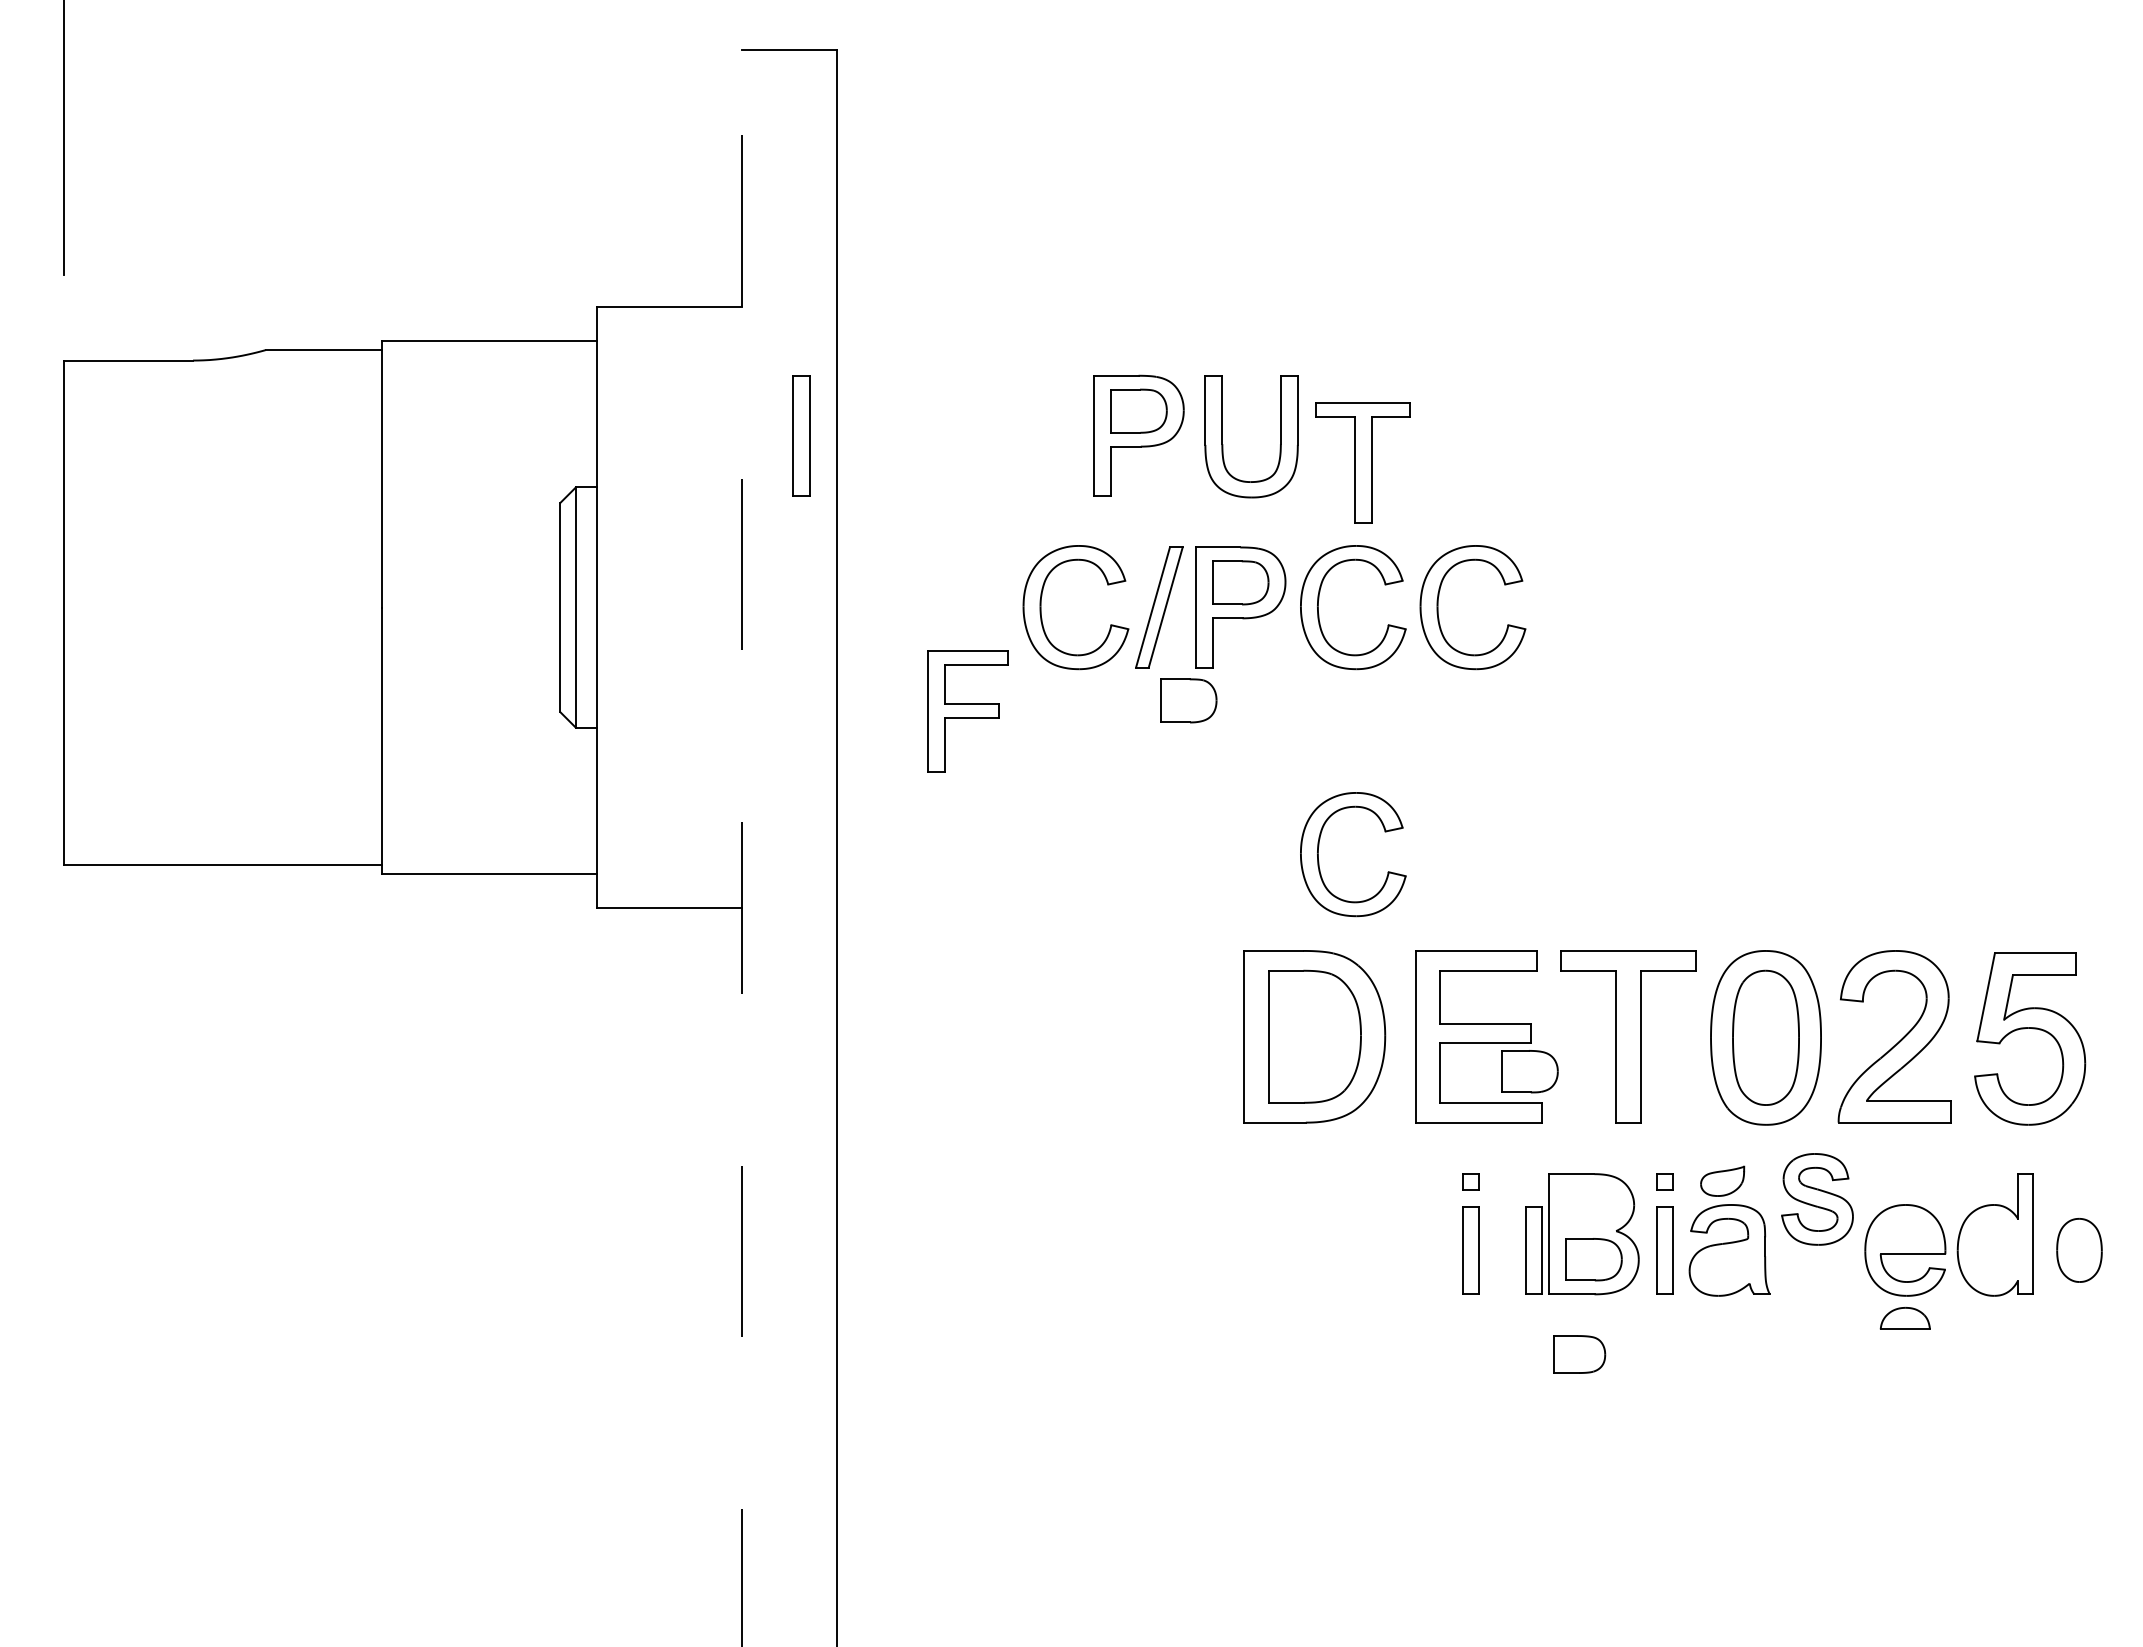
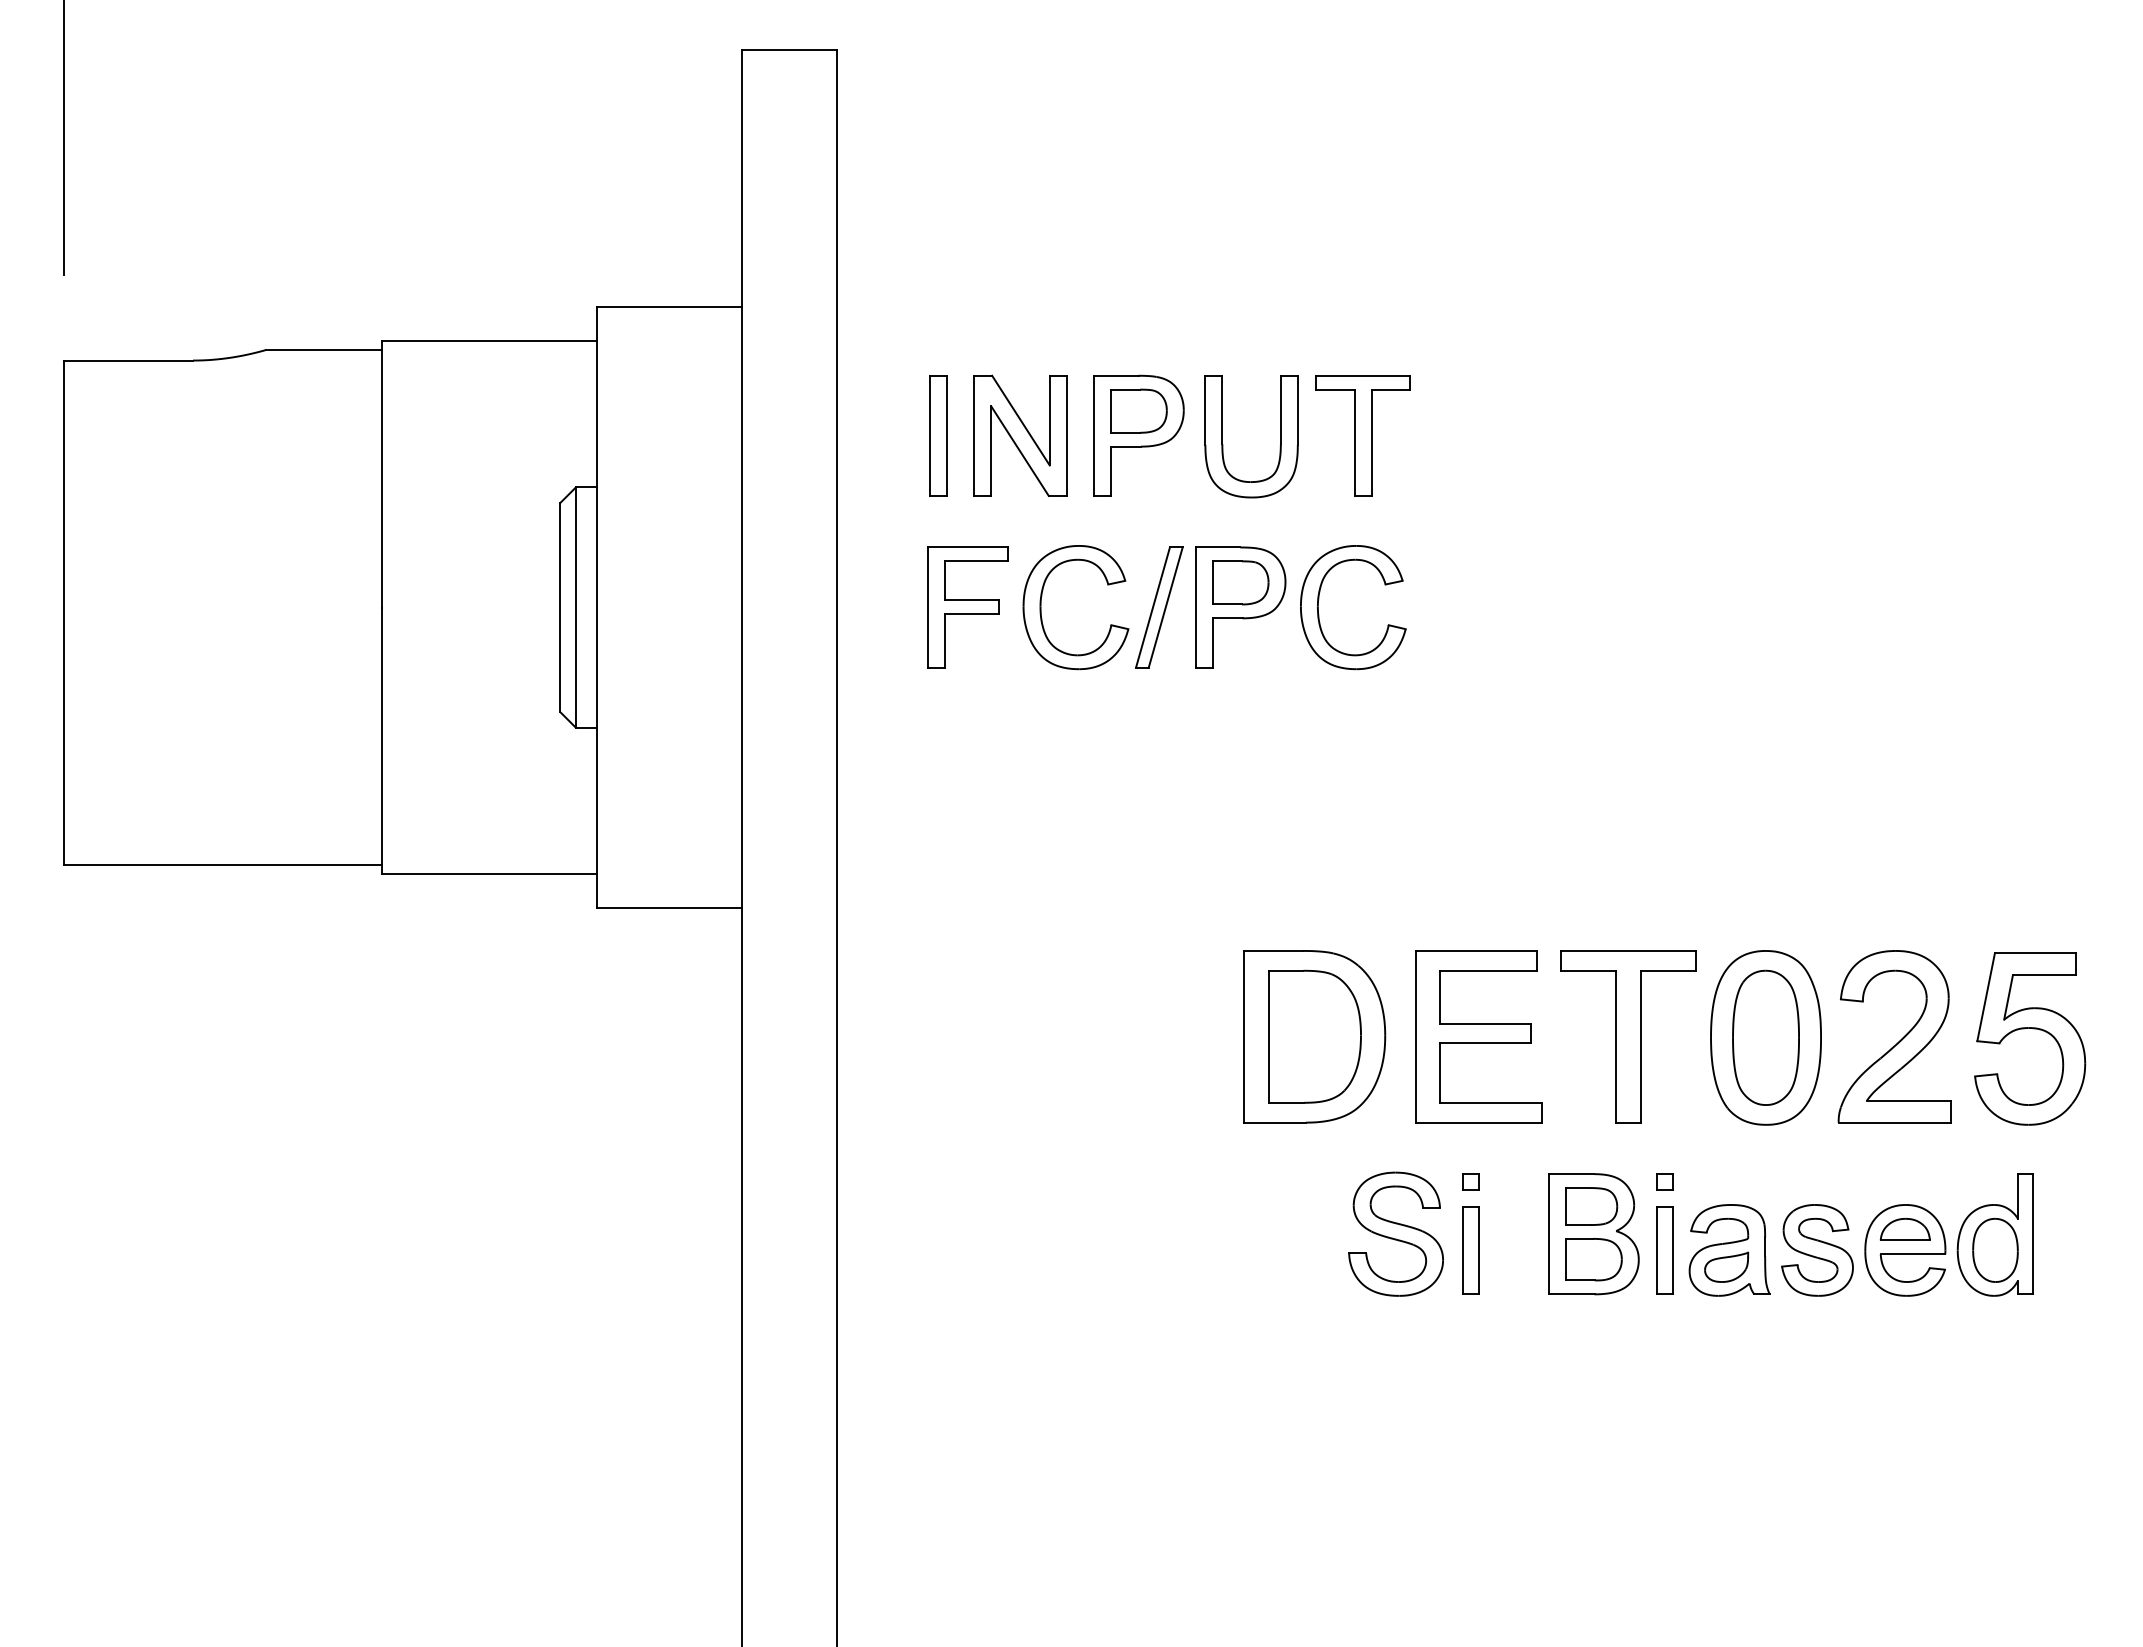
part at (801, 435) position: (801, 435) -> (938, 435)
part at (1020, 435): none -> present
part at (1362, 462) position: (1362, 462) -> (1362, 435)
part at (1438, 607): present -> none
part at (1188, 700): present -> none
part at (967, 711) position: (967, 711) -> (967, 607)
line at (742, 847): dashed -> solid
part at (1319, 861): present -> none
part at (1529, 1071): present -> none
part at (1722, 1180) position: (1722, 1180) -> (1726, 1266)
part at (1817, 1199) position: (1817, 1199) -> (1817, 1250)
part at (1395, 1233): none -> present
part at (1533, 1250): present -> none
part at (2079, 1250) position: (2079, 1250) -> (1995, 1250)
part at (1904, 1318) position: (1904, 1318) -> (1904, 1229)
part at (1579, 1354) position: (1579, 1354) -> (1591, 1206)
